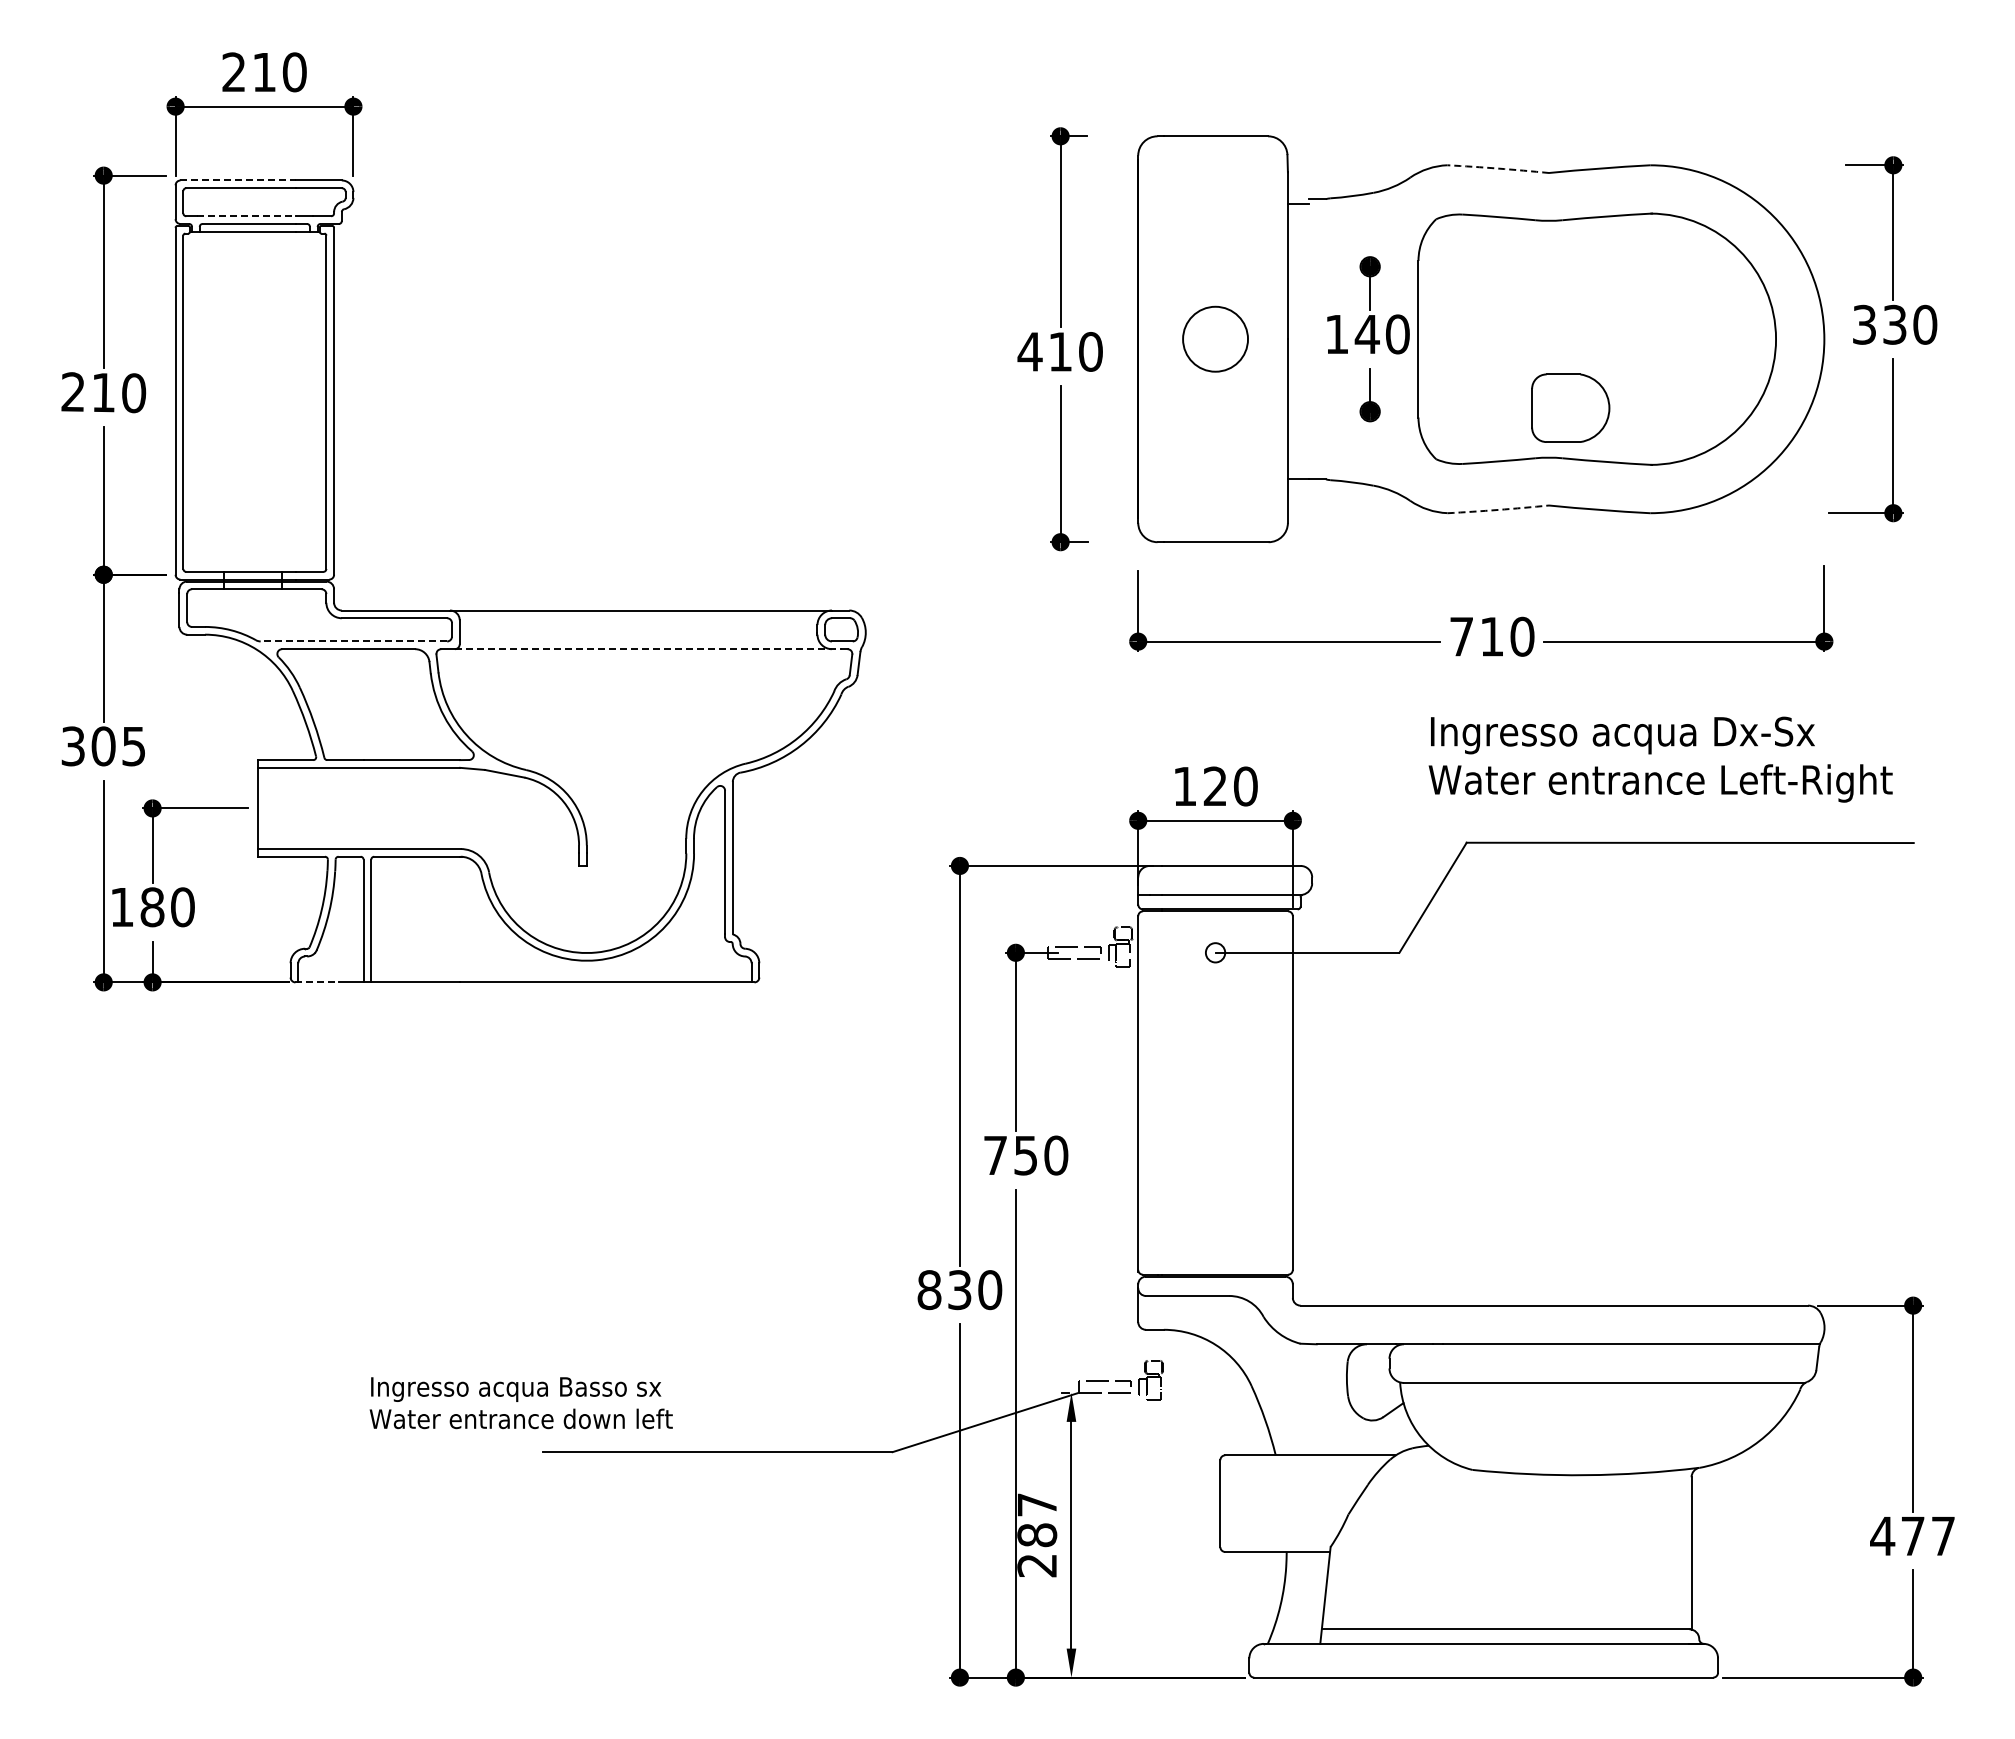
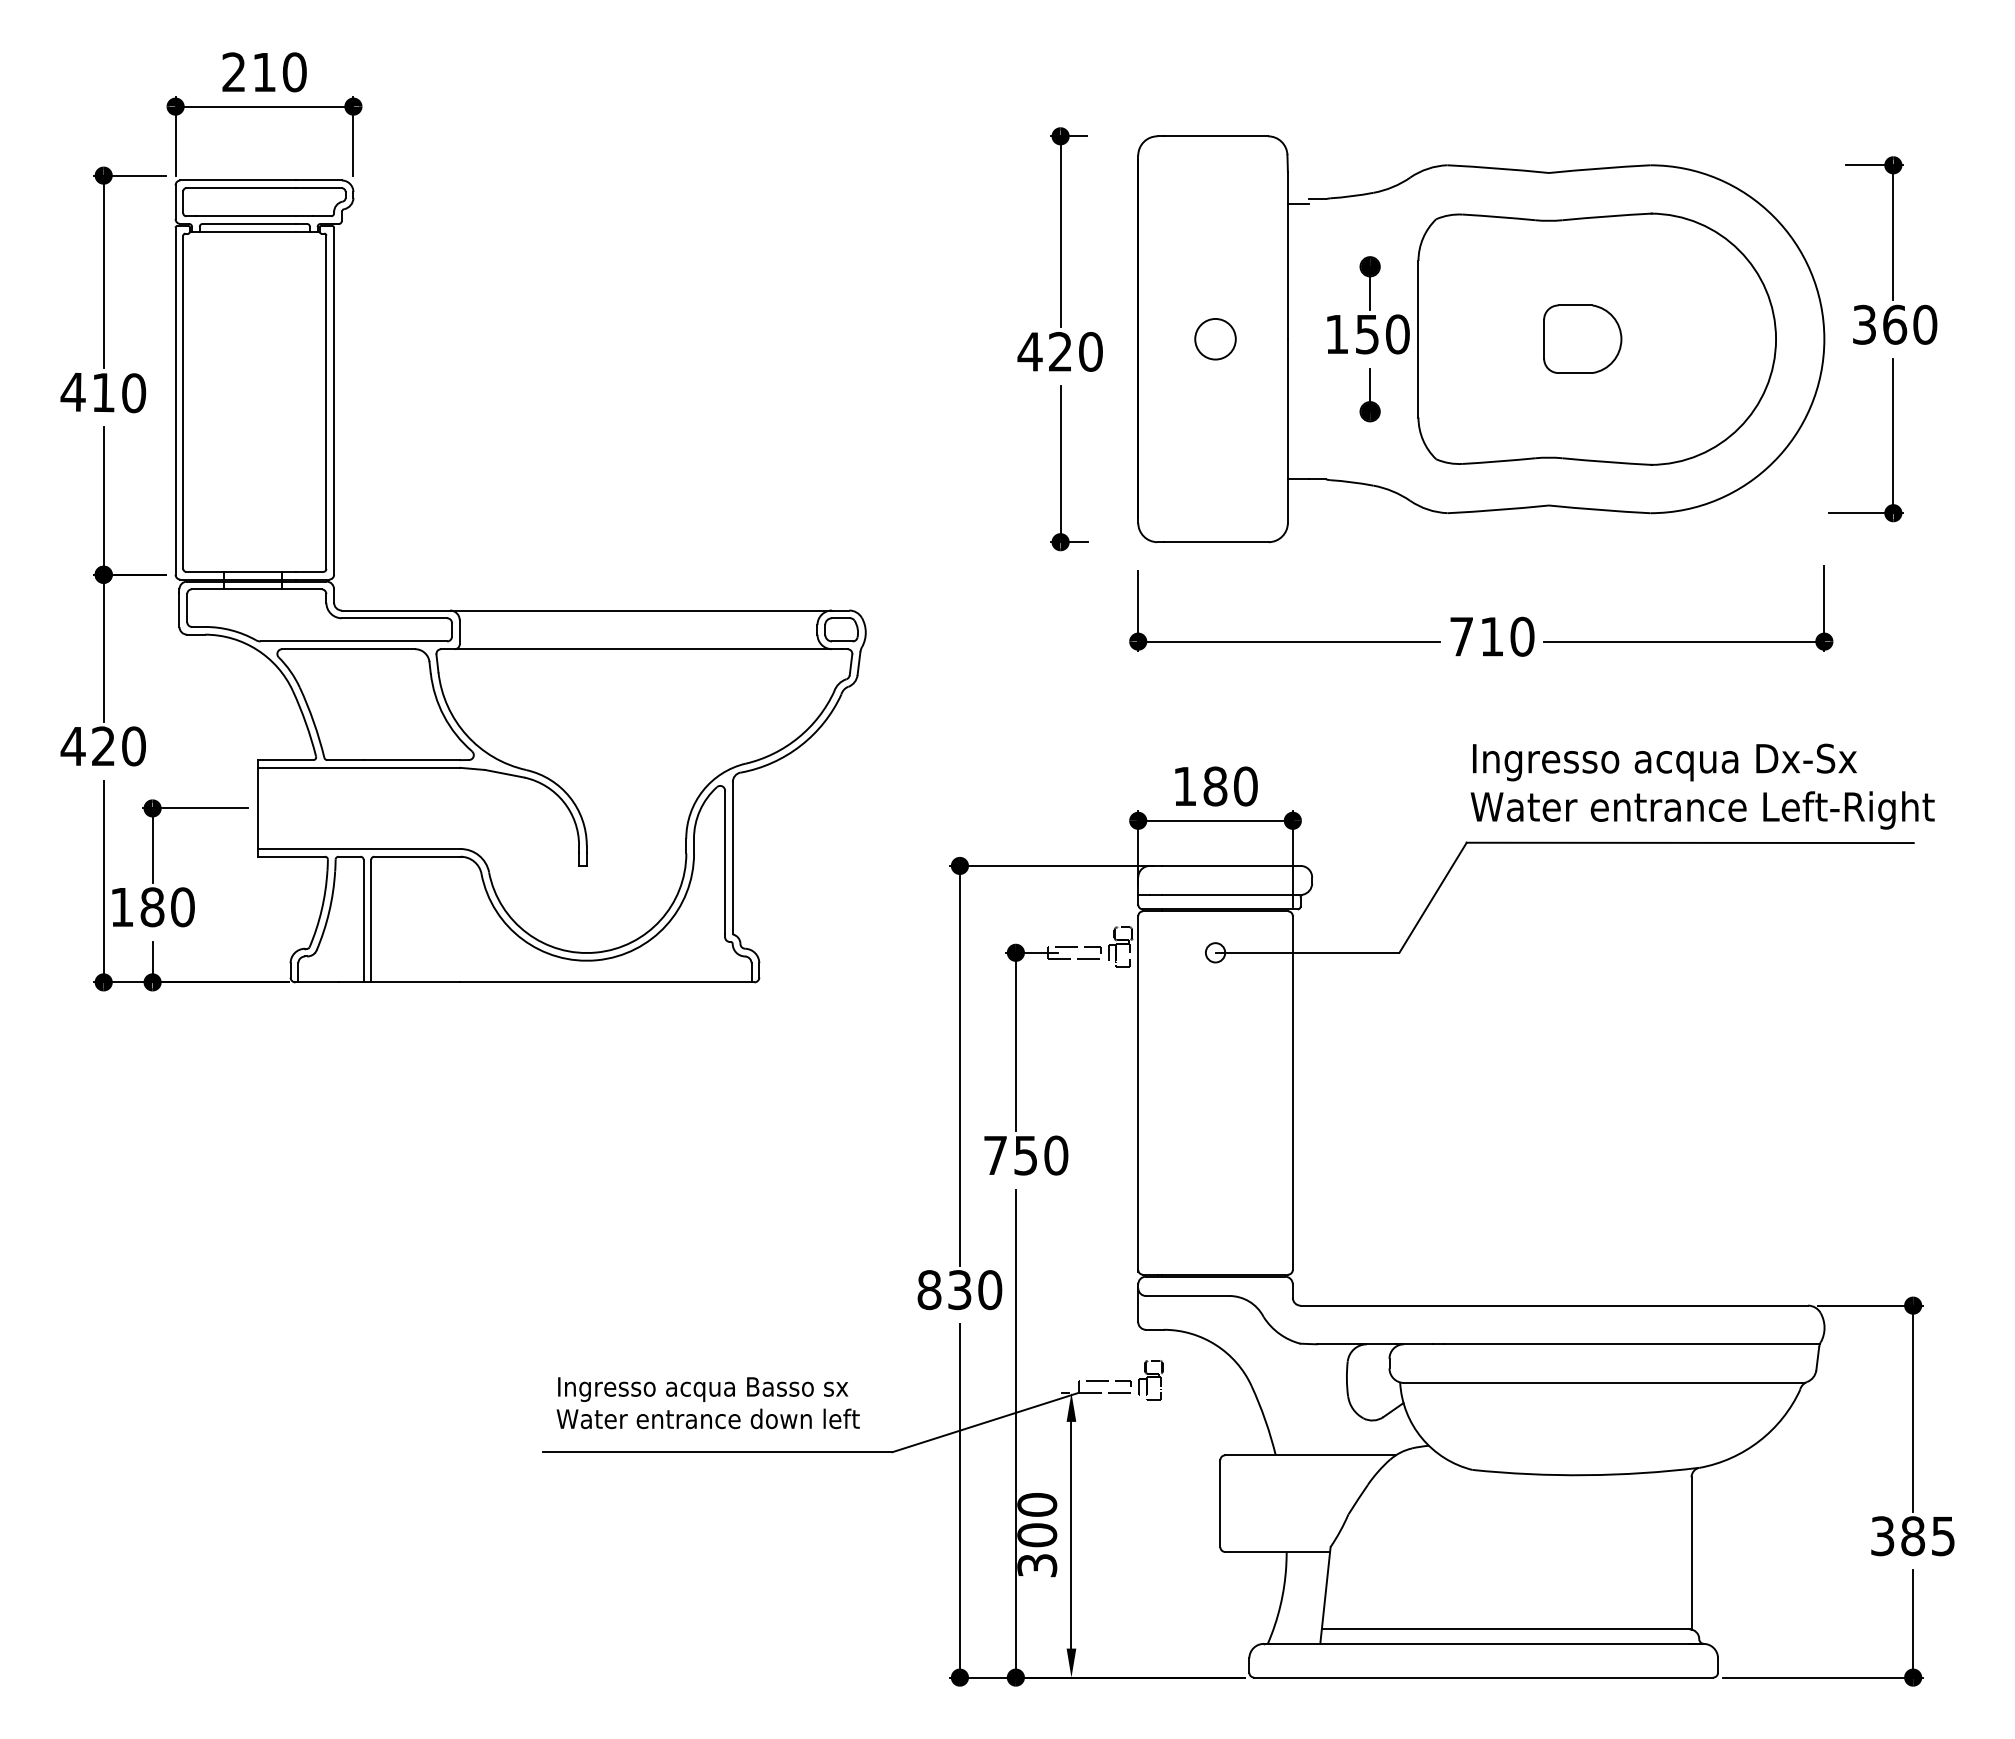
arc at (1498, 168): dashed -> solid
line at (238, 180): dashed -> solid
line at (246, 216): dashed -> solid
text at (1895, 324): 330 -> 360
text at (1366, 334): 140 -> 150
circle at (1215, 338) diameter: 65 px -> 41 px
text at (1060, 351): 410 -> 420
text at (72, 391): 210 -> 410
part at (1570, 407) position: (1570, 407) -> (1582, 338)
arc at (1498, 509): dashed -> solid
line at (353, 641): dashed -> solid
line at (648, 649): dashed -> solid
text at (102, 746): 305 -> 420
text at (1660, 759) position: (1660, 759) -> (1702, 786)
text at (1215, 786): 120 -> 180
line at (317, 982): dashed -> solid
text at (520, 1403) position: (520, 1403) -> (707, 1403)
text at (1037, 1535): 287 -> 300
text at (1912, 1536): 477 -> 385
